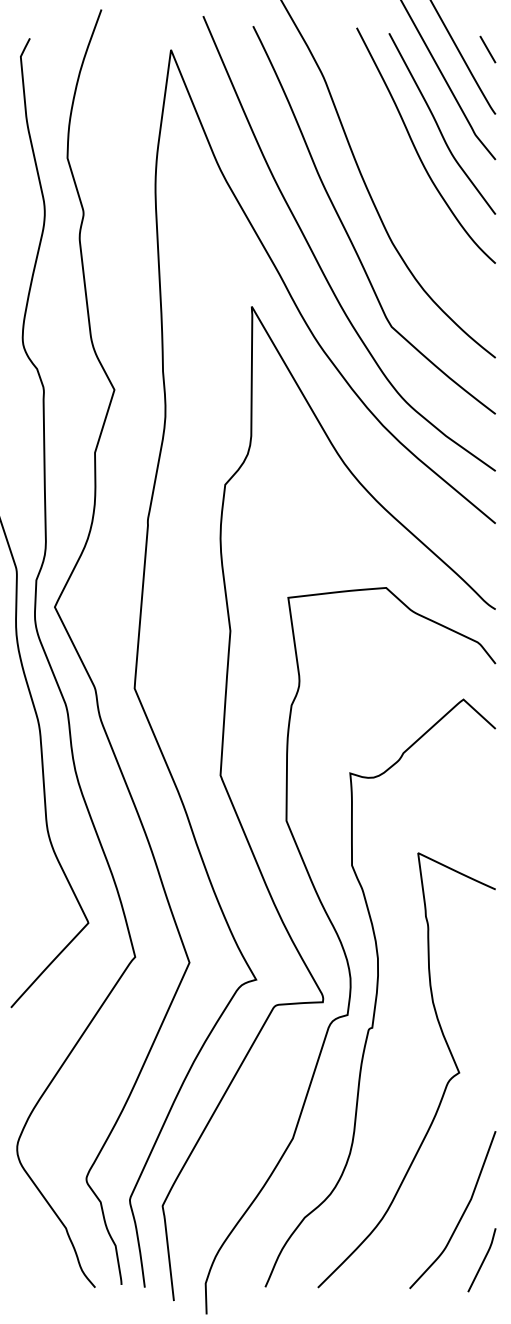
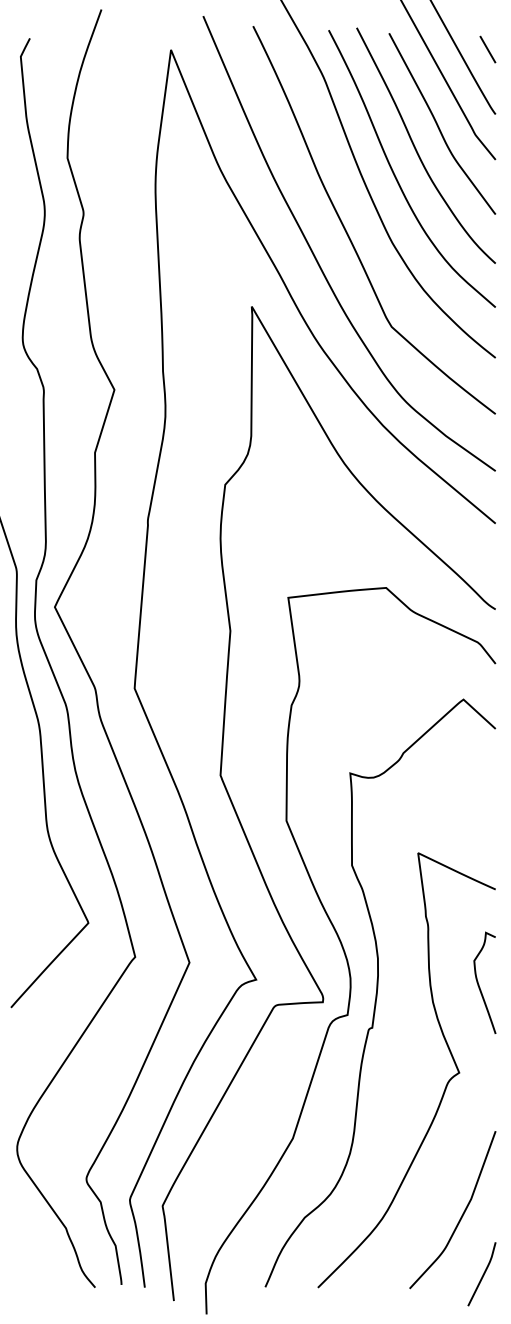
curve at (396, 176): none -> present
curve at (479, 984): none -> present
curve at (482, 1260) position: (482, 1260) -> (482, 1274)
